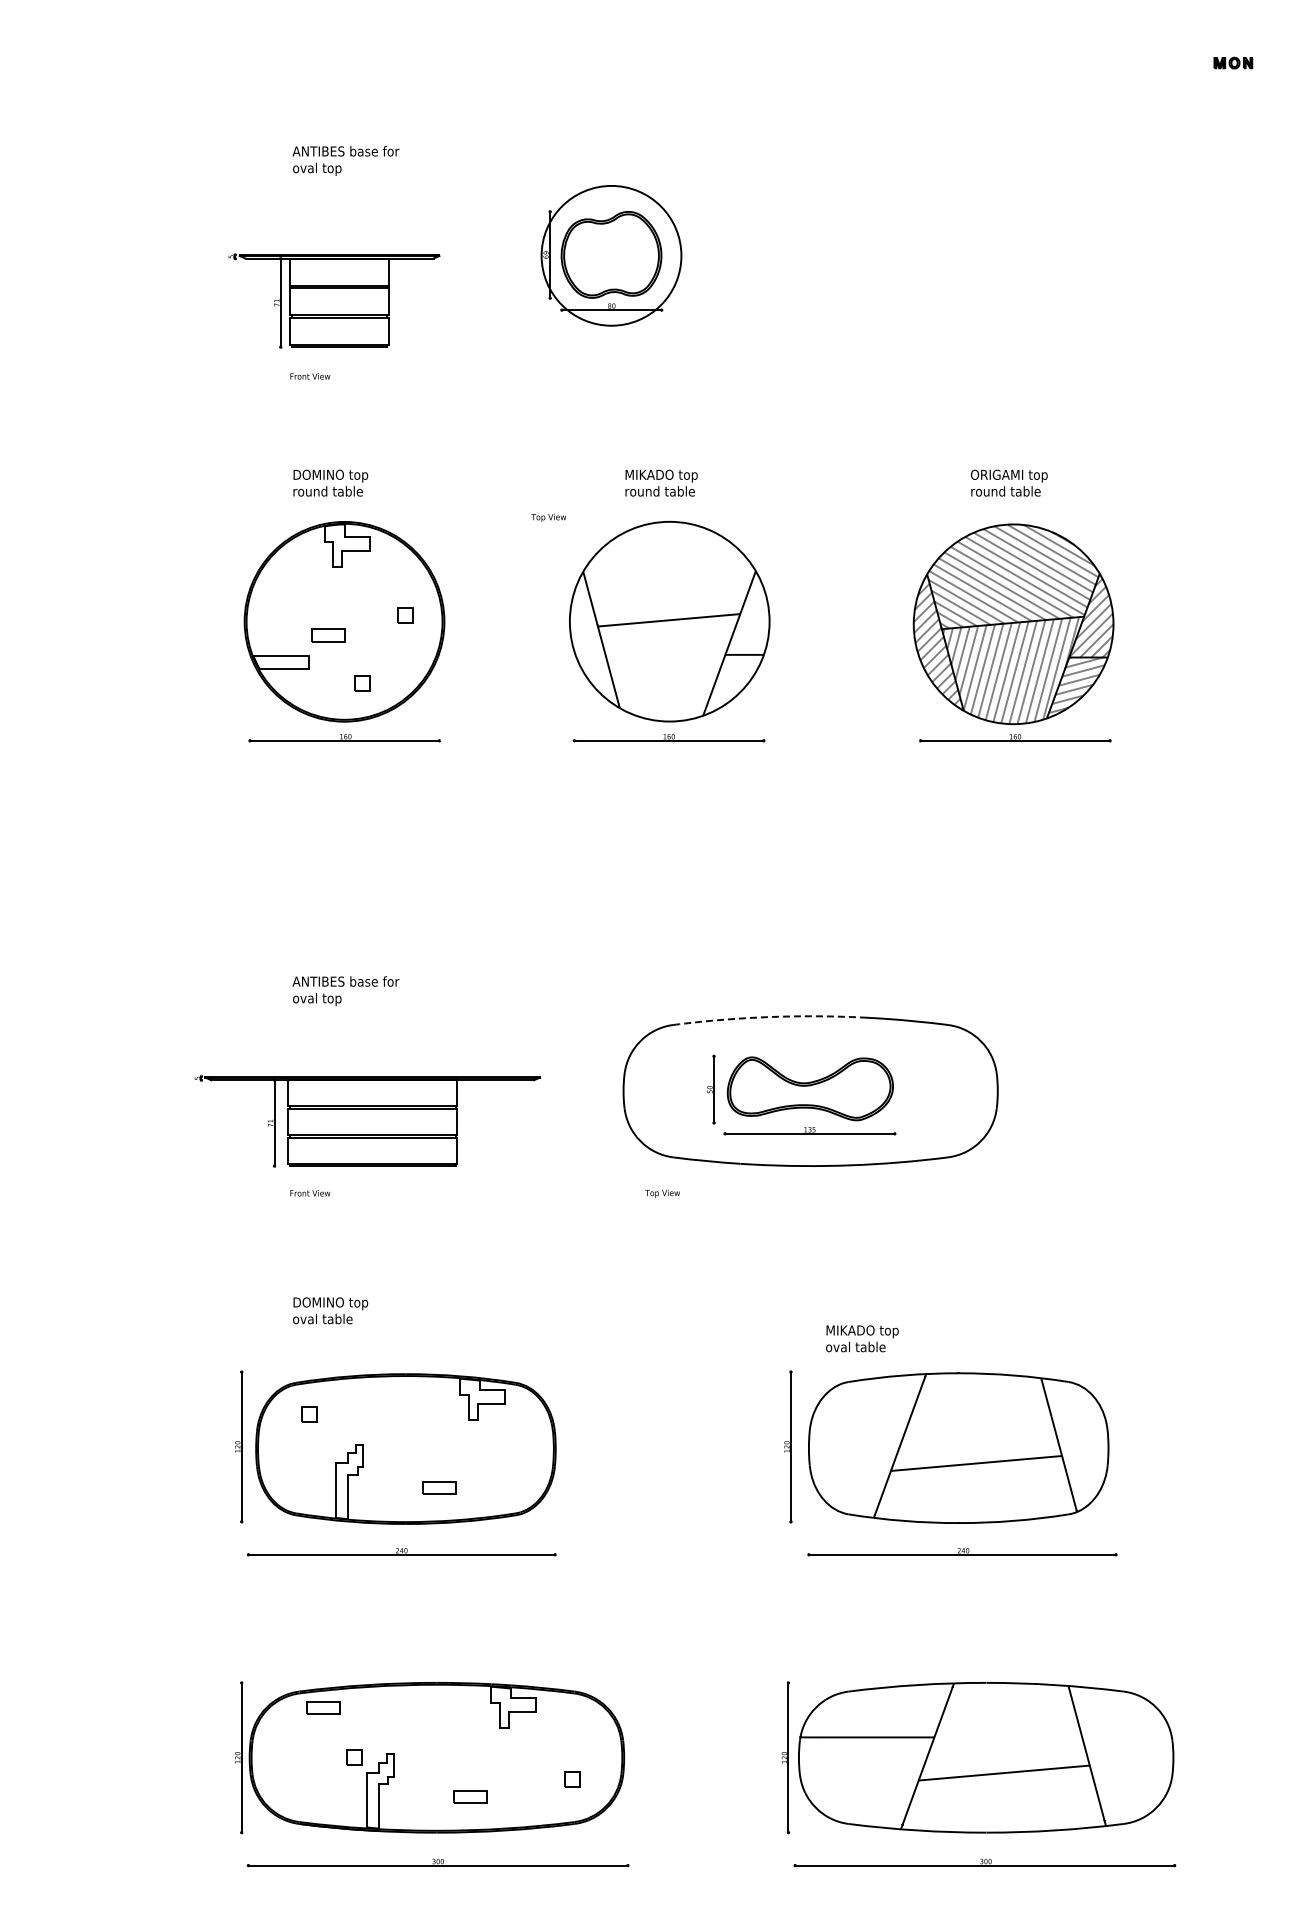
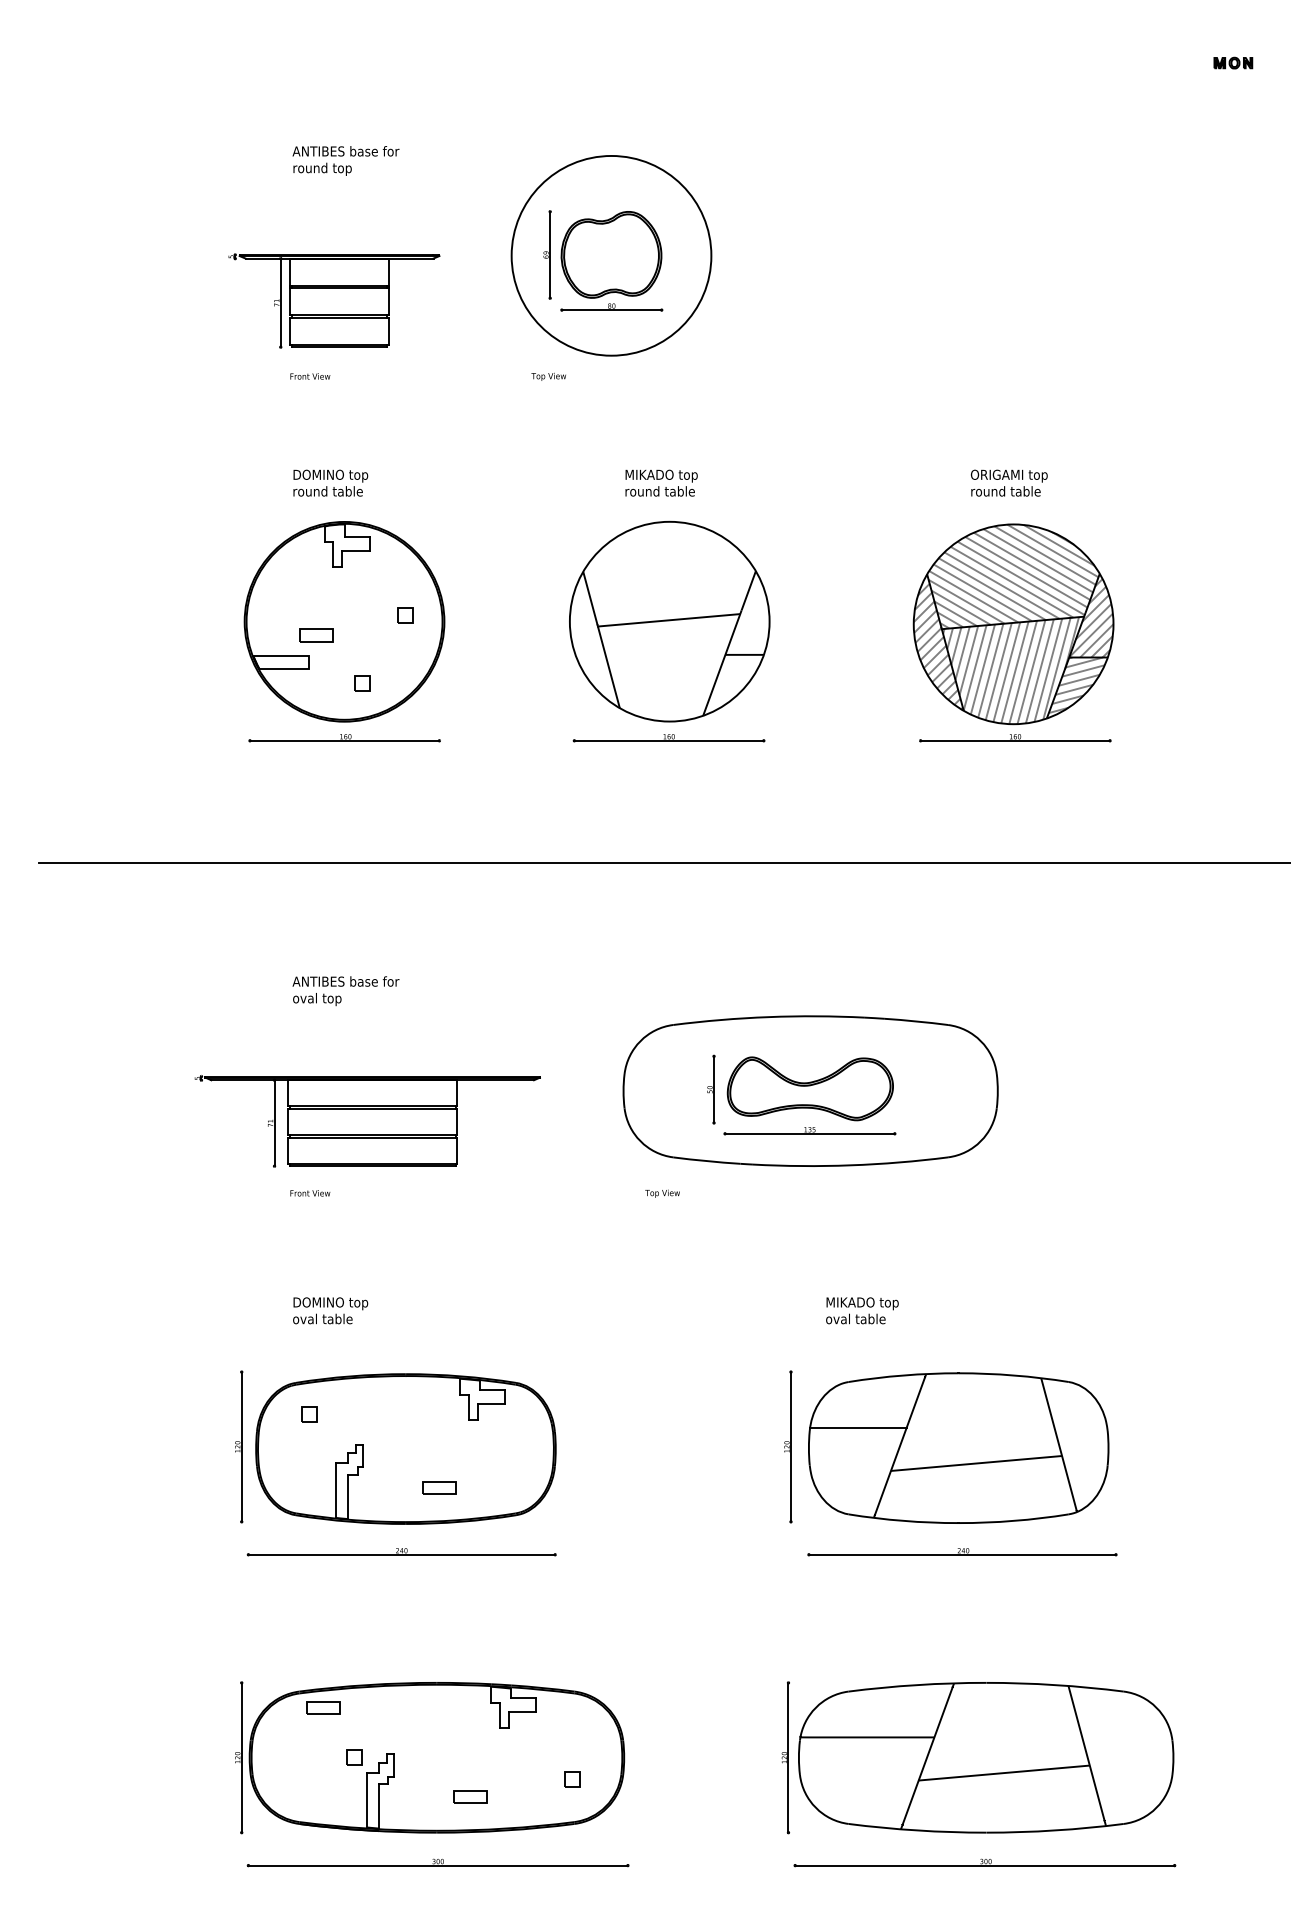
text at (322, 168): ANTIBES base for oval top -> ANTIBES base for round top
circle at (611, 255) diameter: 140 px -> 200 px
text at (548, 517) position: (548, 517) -> (548, 376)
part at (328, 635) position: (328, 635) -> (316, 635)
line at (662, 862): none -> present
arc at (768, 1017): dashed -> solid
text at (862, 1338) position: (862, 1338) -> (862, 1310)
line at (858, 1427): none -> present
